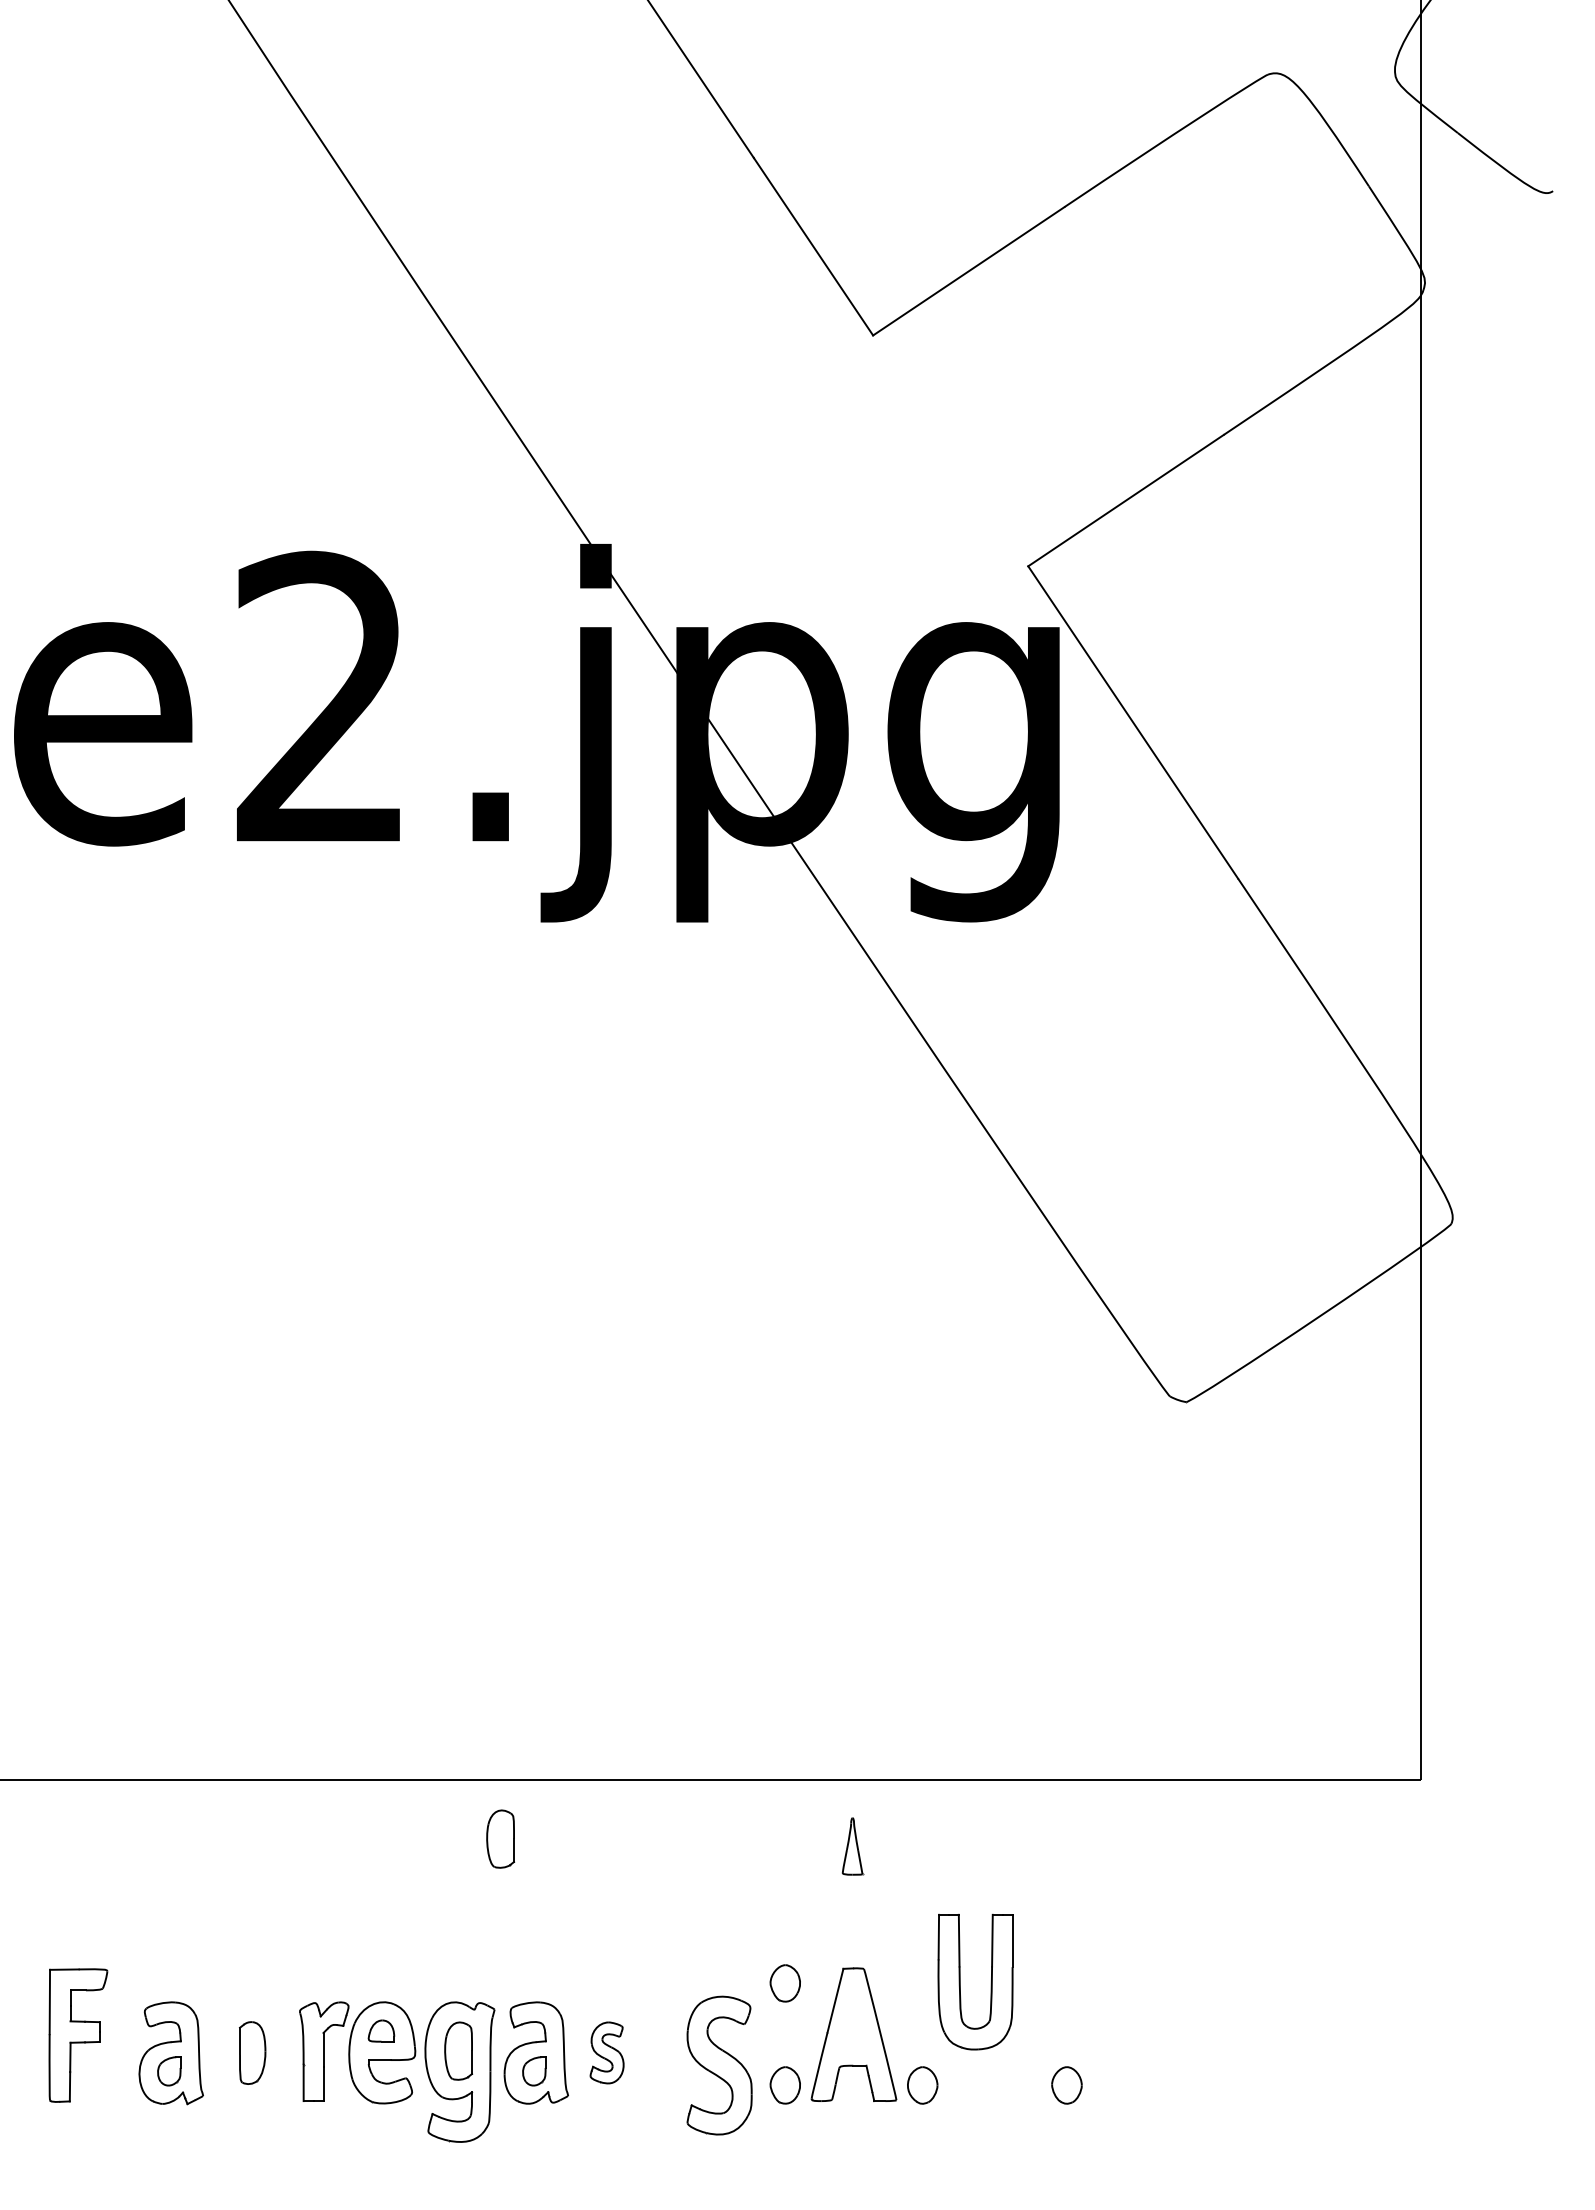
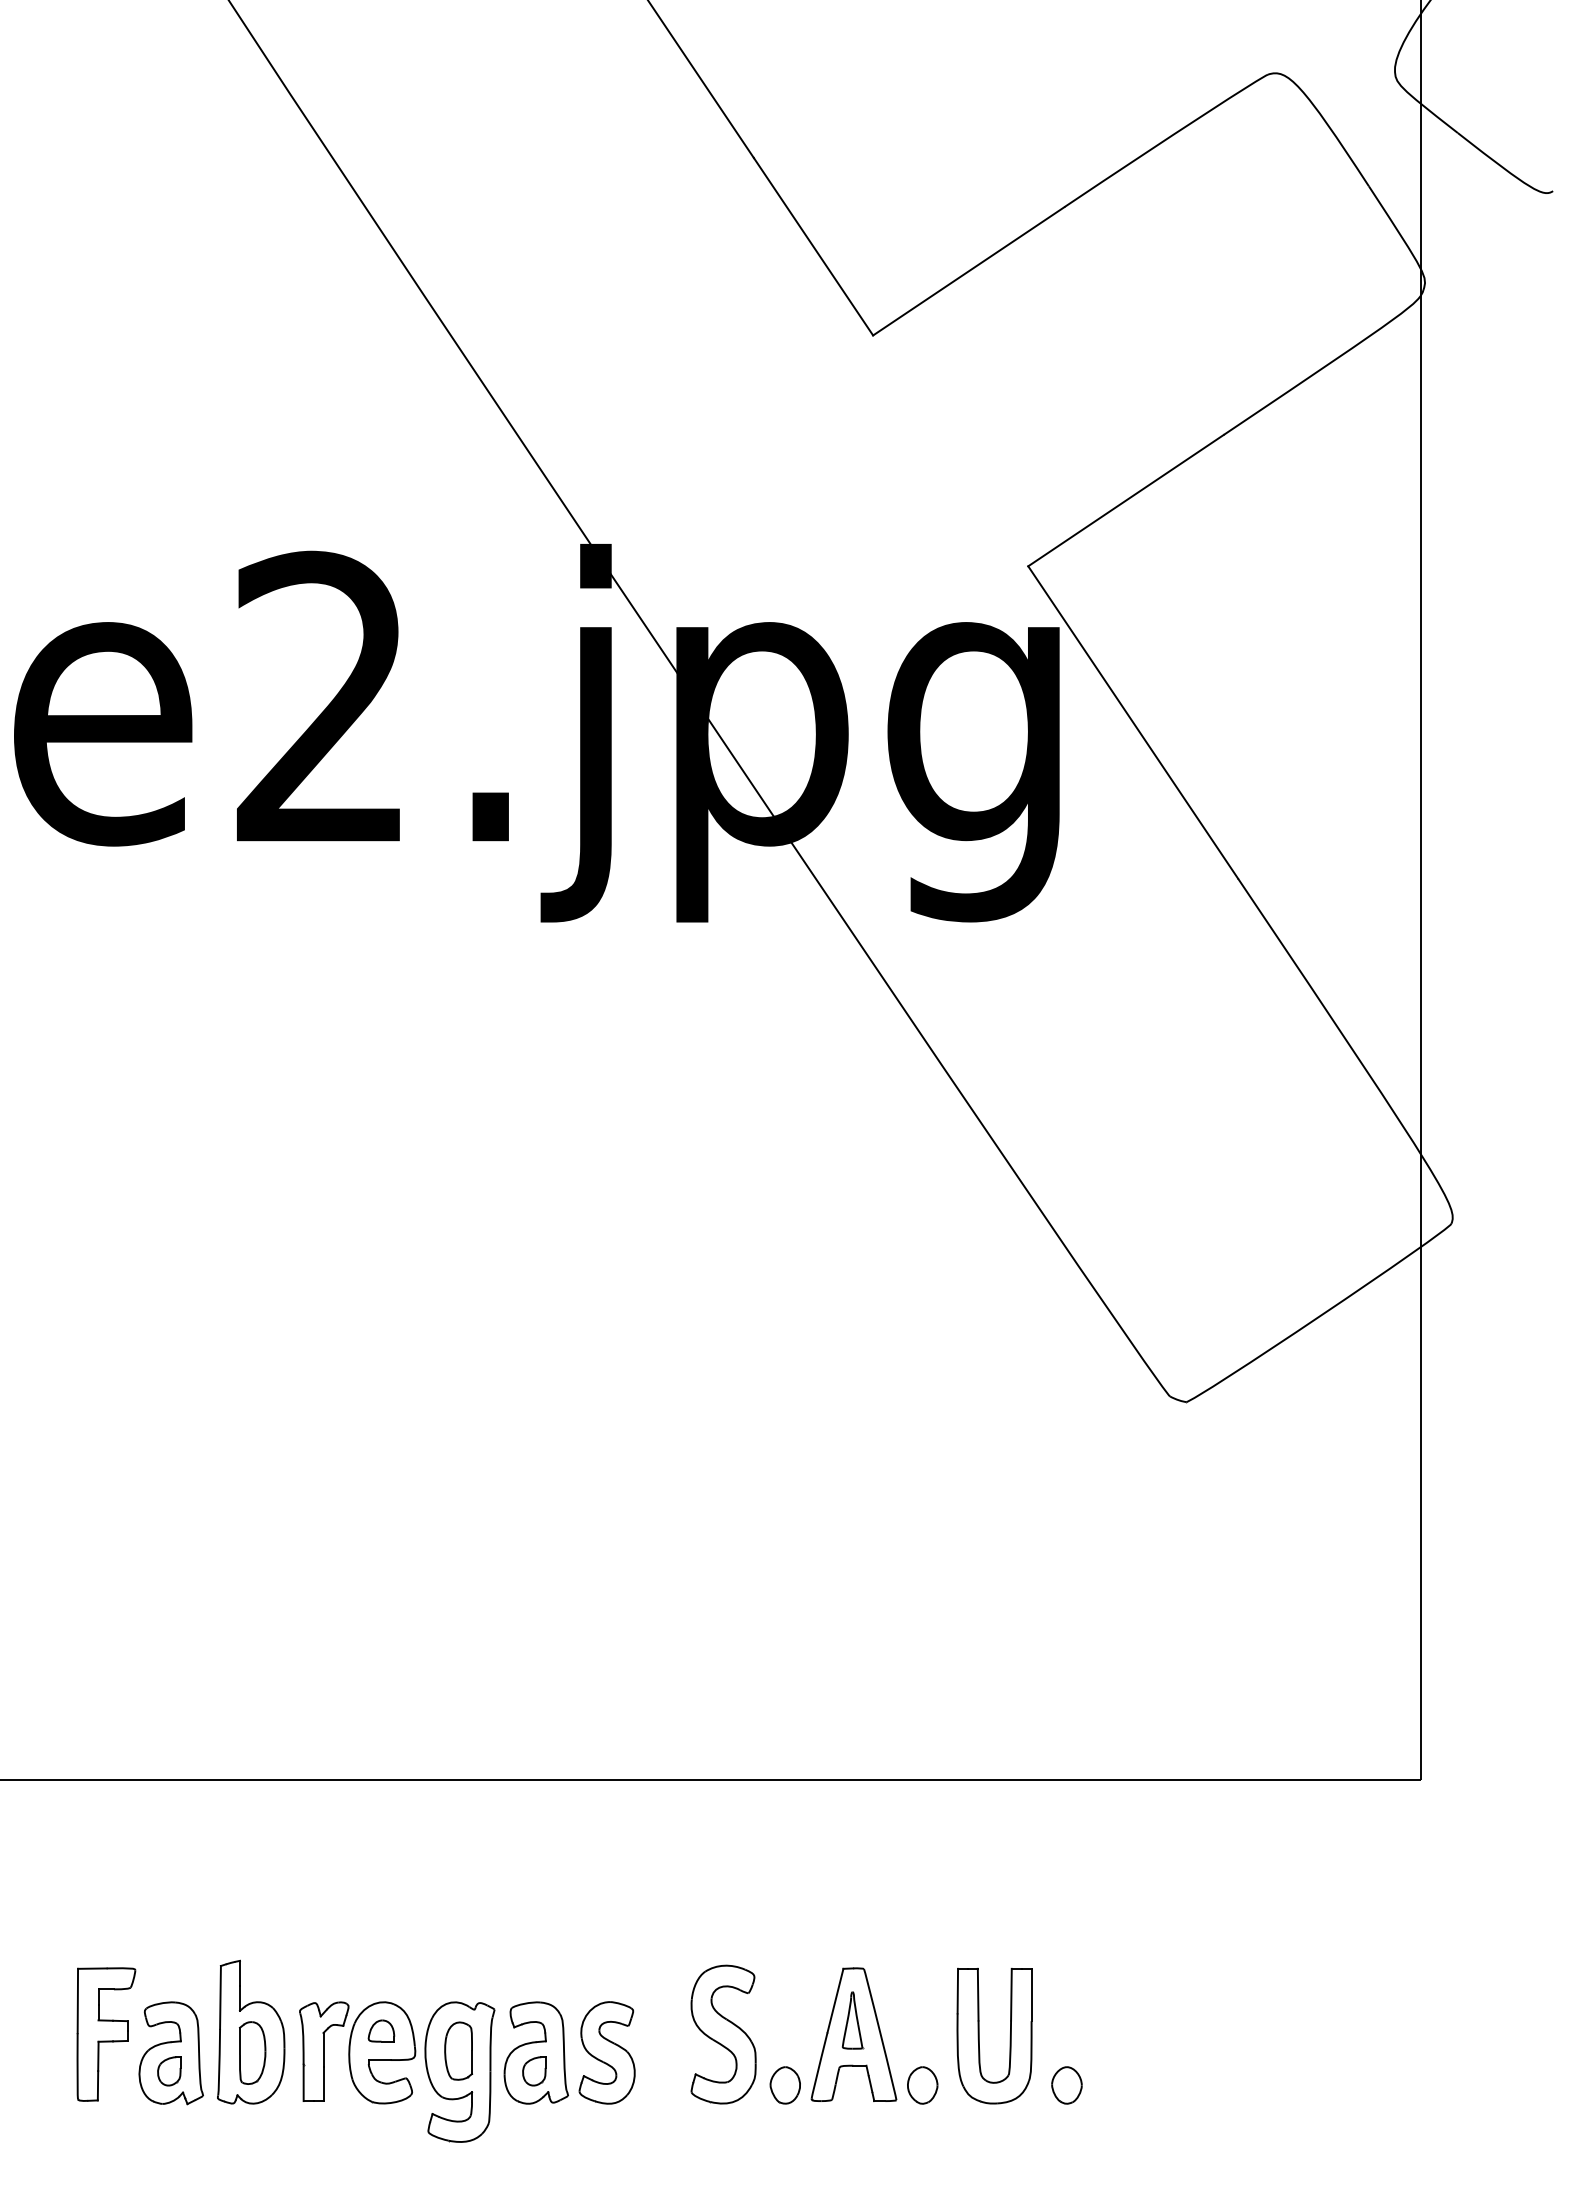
part at (500, 1838): present -> none
part at (852, 1846) position: (852, 1846) -> (852, 2020)
part at (960, 1982) position: (960, 1982) -> (979, 2036)
part at (784, 1983): present -> none
part at (251, 2031): none -> present
part at (78, 2035) position: (78, 2035) -> (106, 2034)
part at (606, 2052) size: 36x64 px -> 58x104 px
part at (719, 2065) position: (719, 2065) -> (723, 2034)
